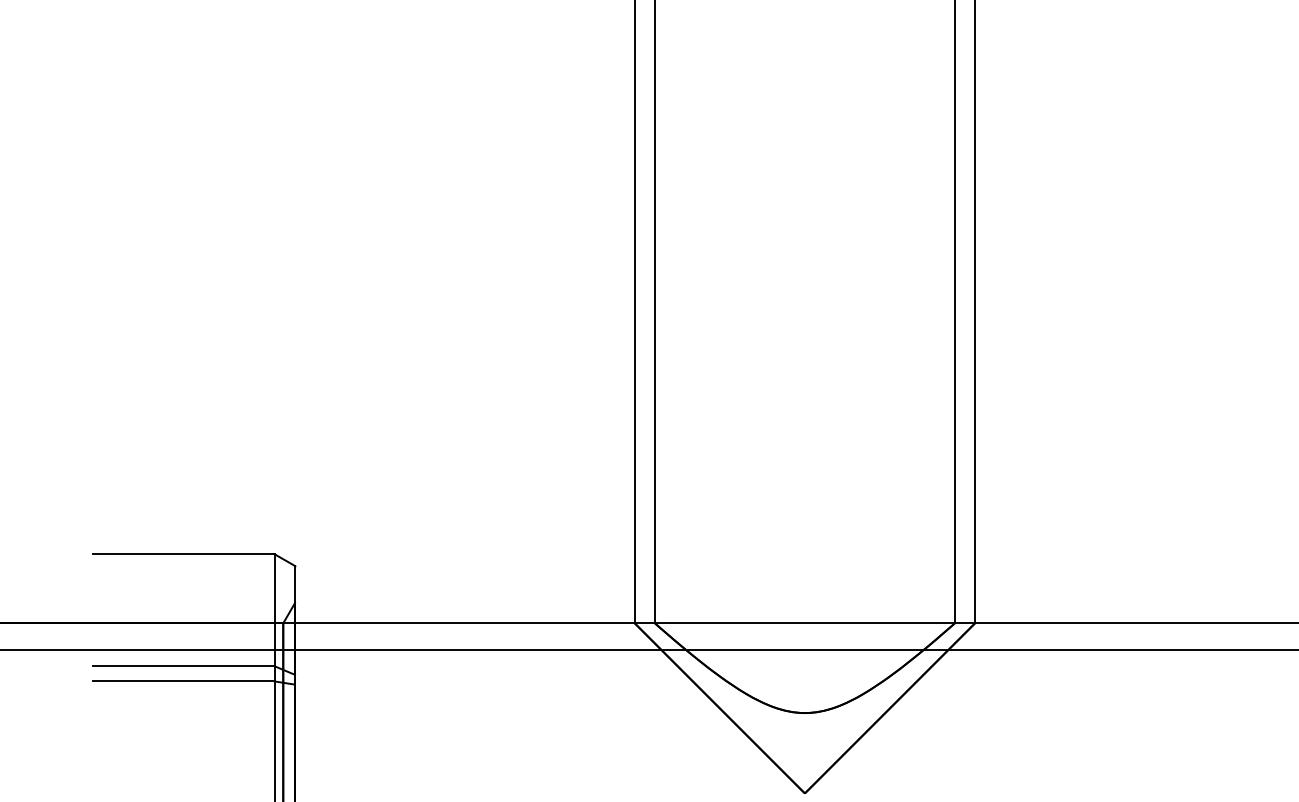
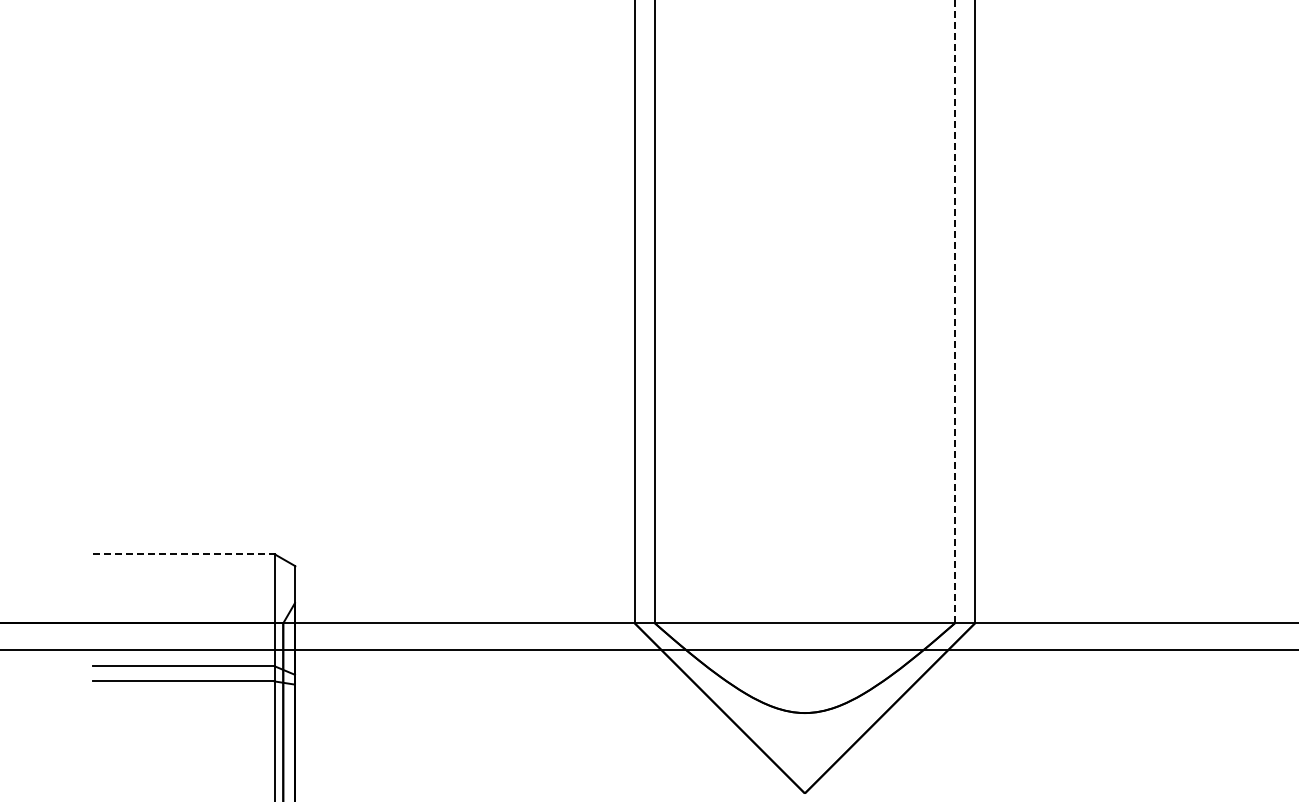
line at (954, 311): solid -> dashed
line at (183, 554): solid -> dashed
